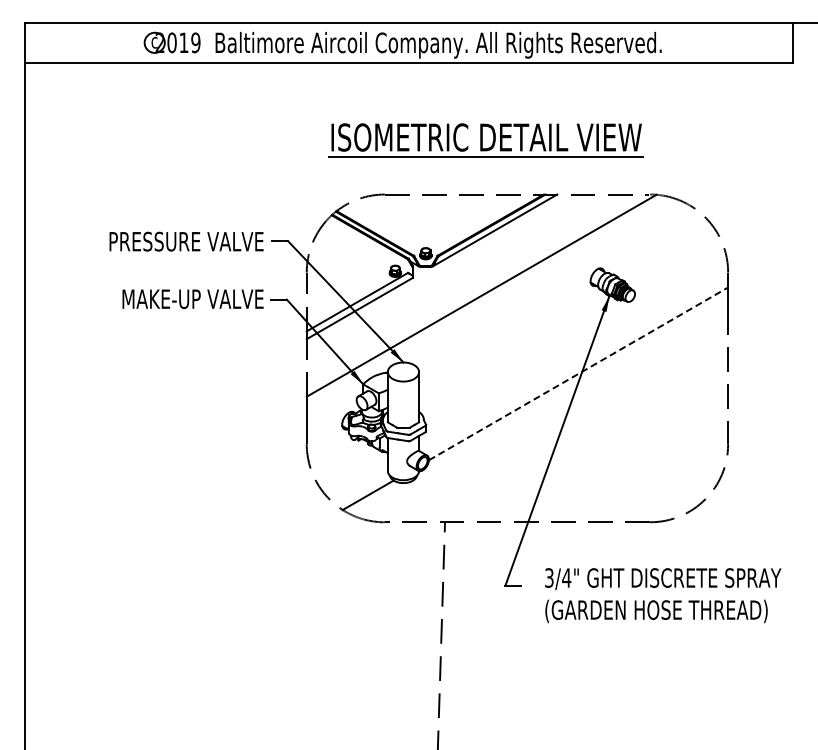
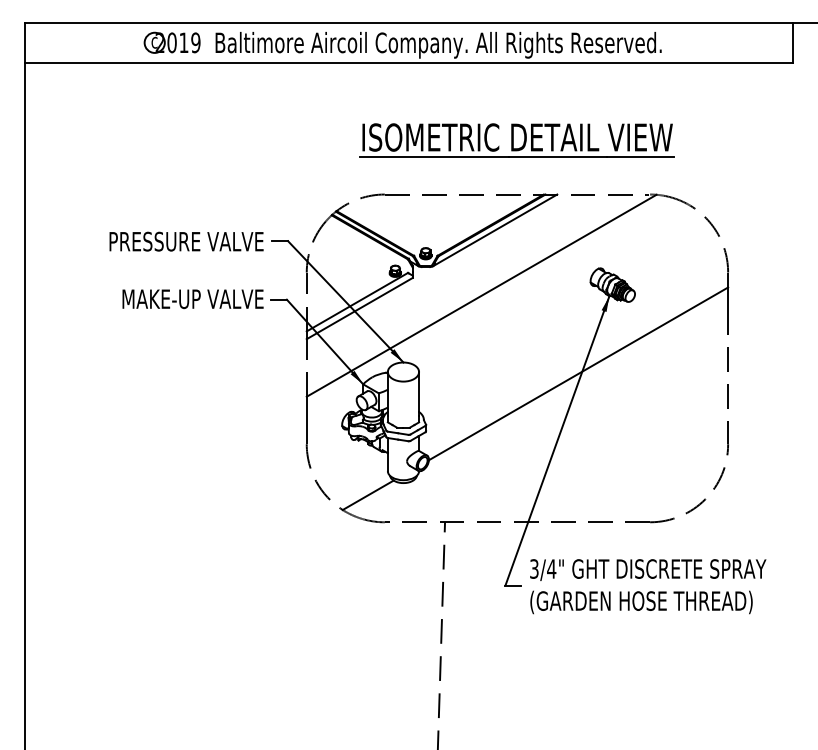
part at (485, 140) position: (485, 140) -> (516, 140)
line at (578, 373): dashed -> solid
text at (663, 595) position: (663, 595) -> (648, 586)
